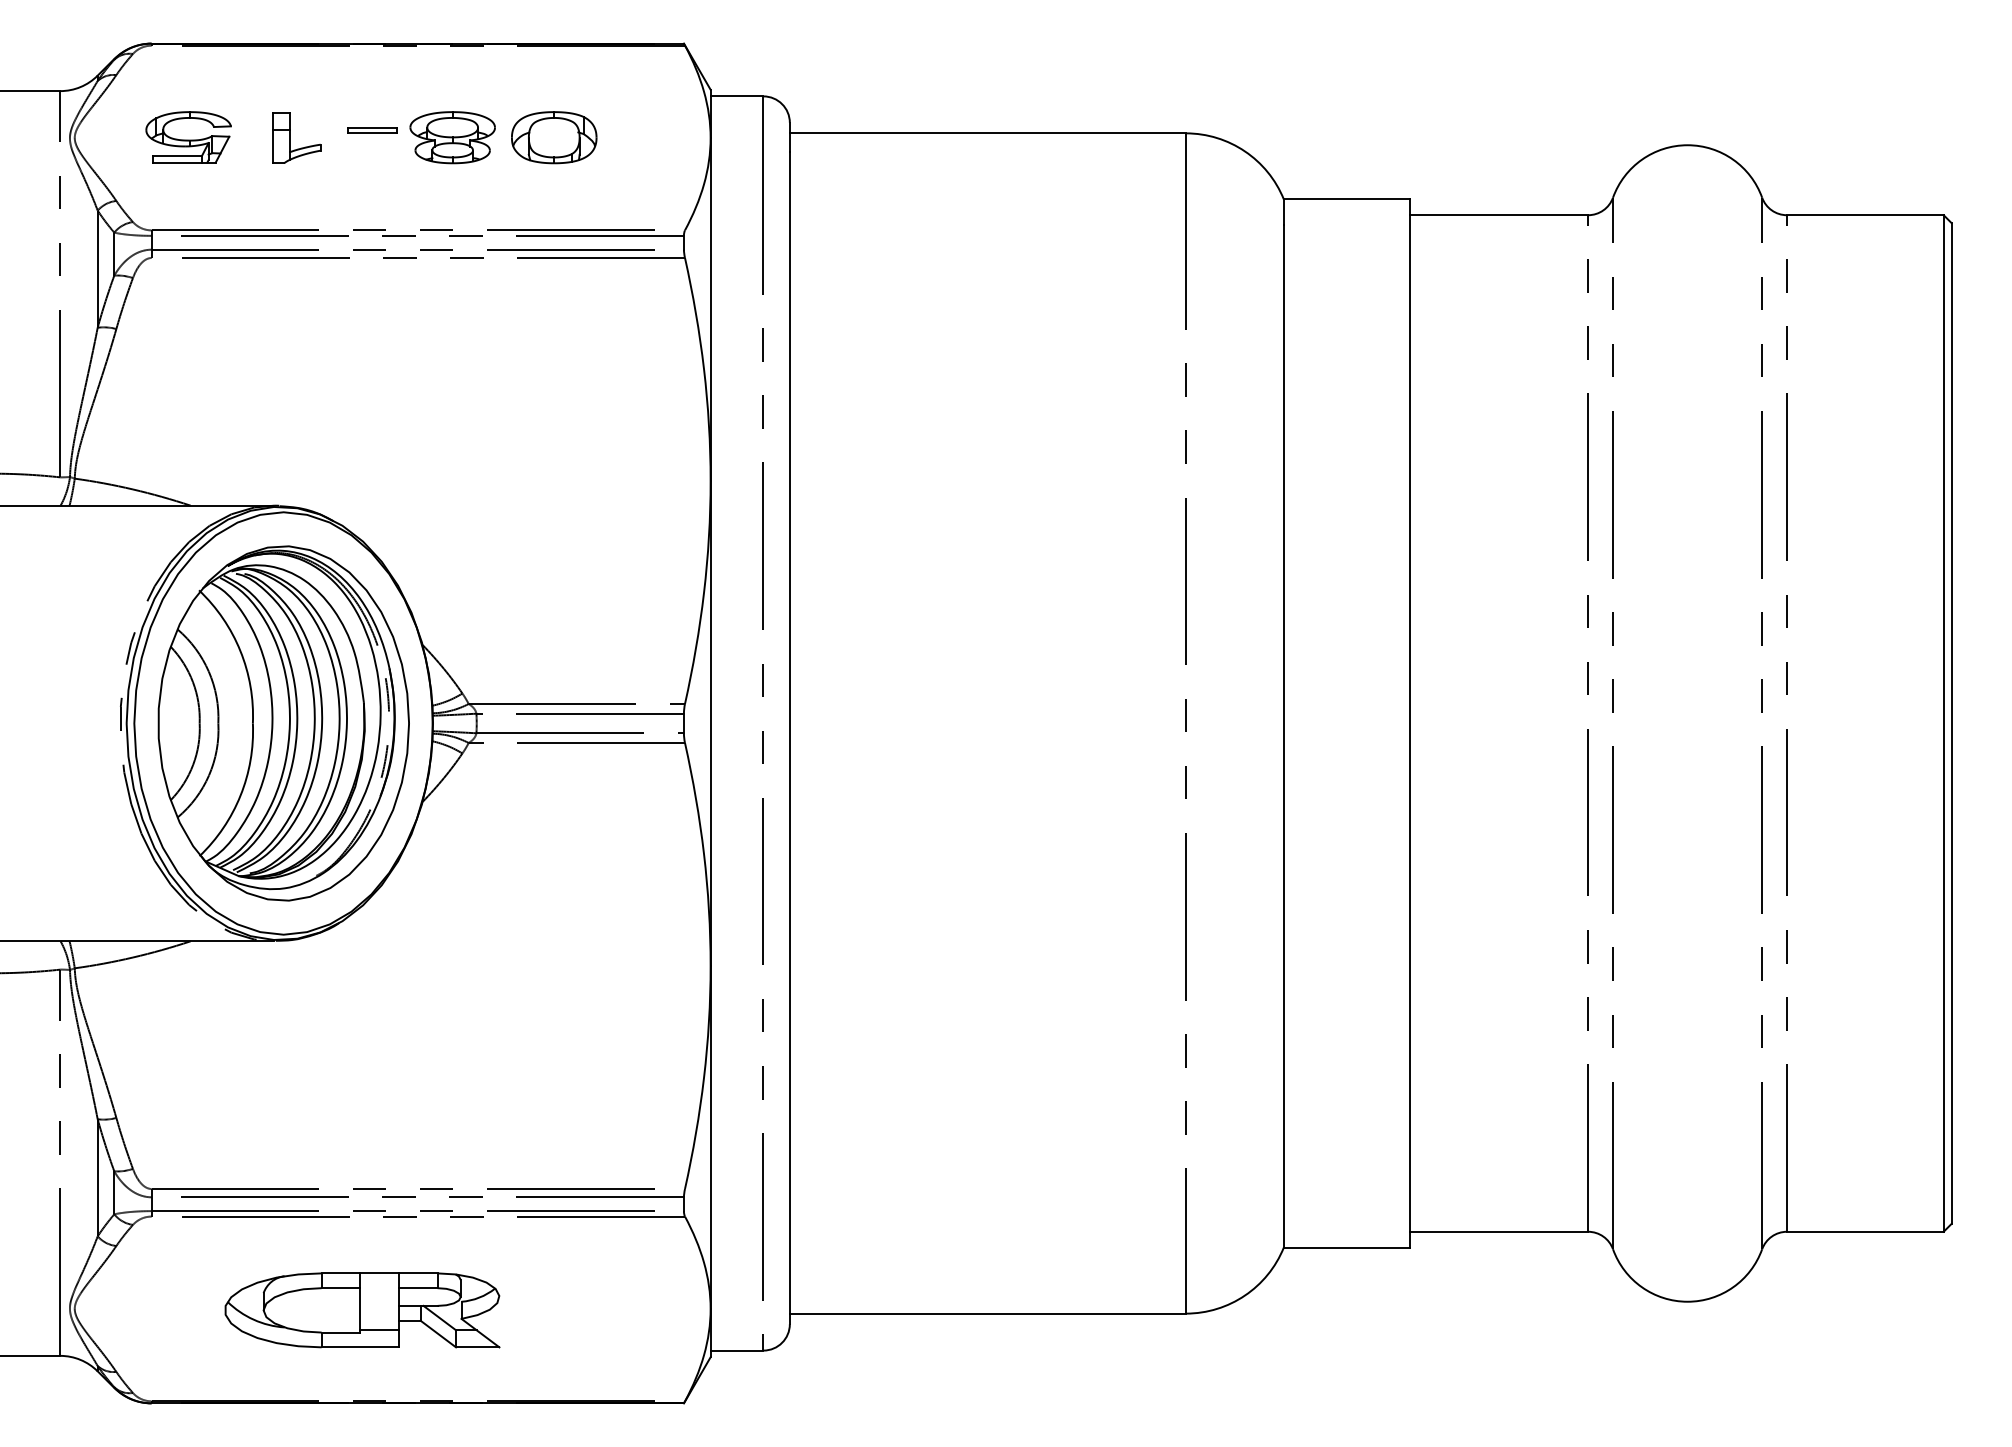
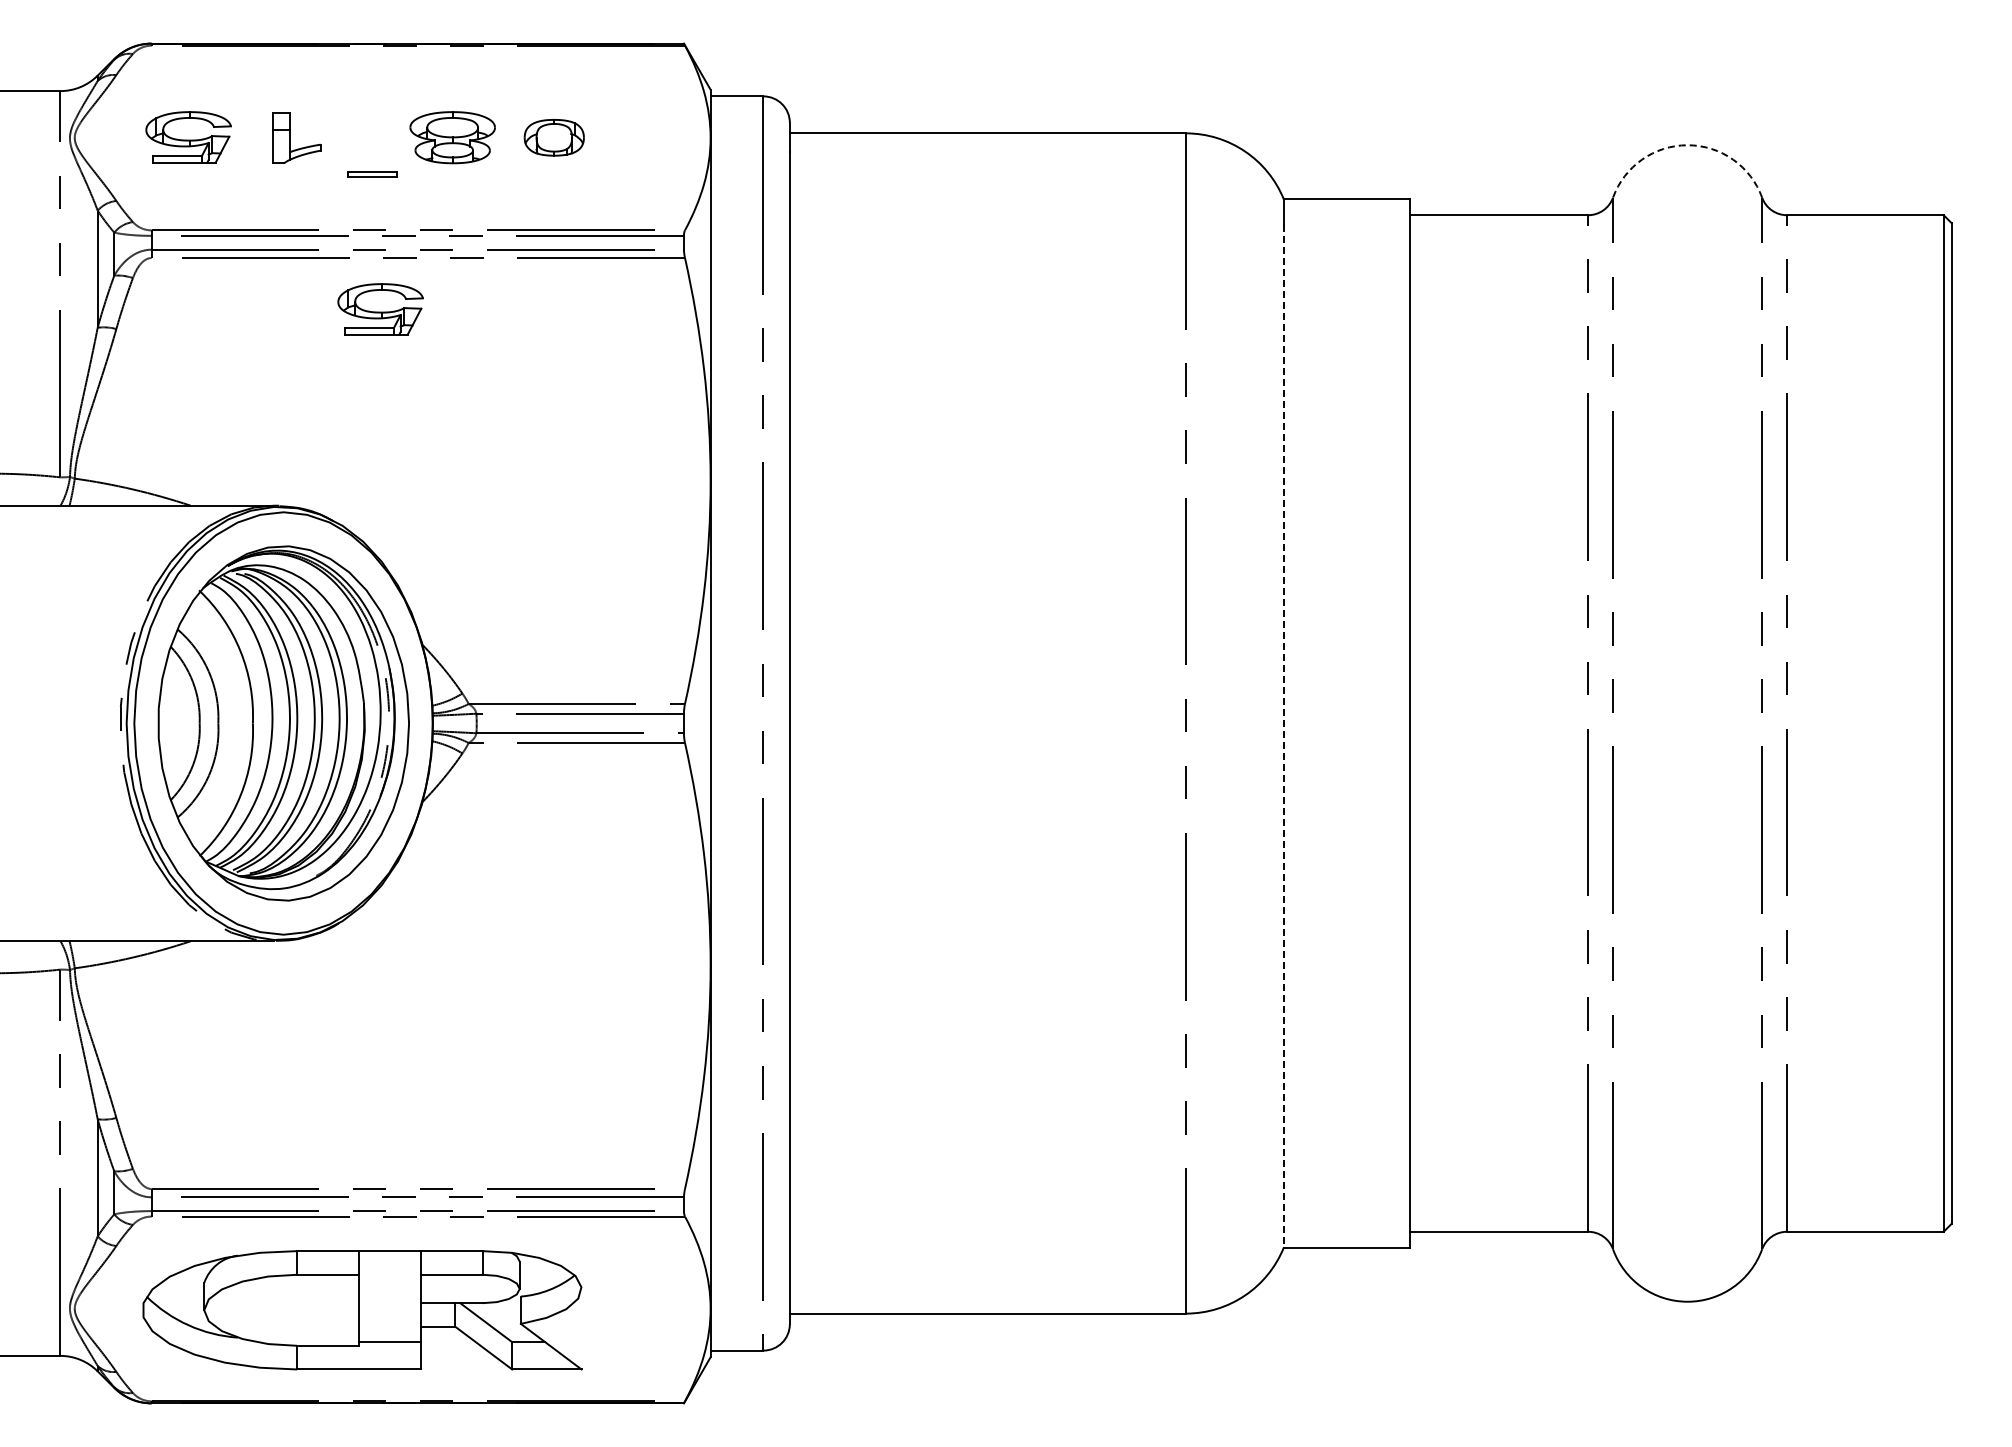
part at (372, 130) position: (372, 130) -> (372, 174)
part at (554, 137) size: 87x54 px -> 62x38 px
arc at (1687, 145): solid -> dashed
part at (380, 309): none -> present
line at (1283, 736): solid -> dashed
part at (362, 1310) size: 277x77 px -> 441x121 px
